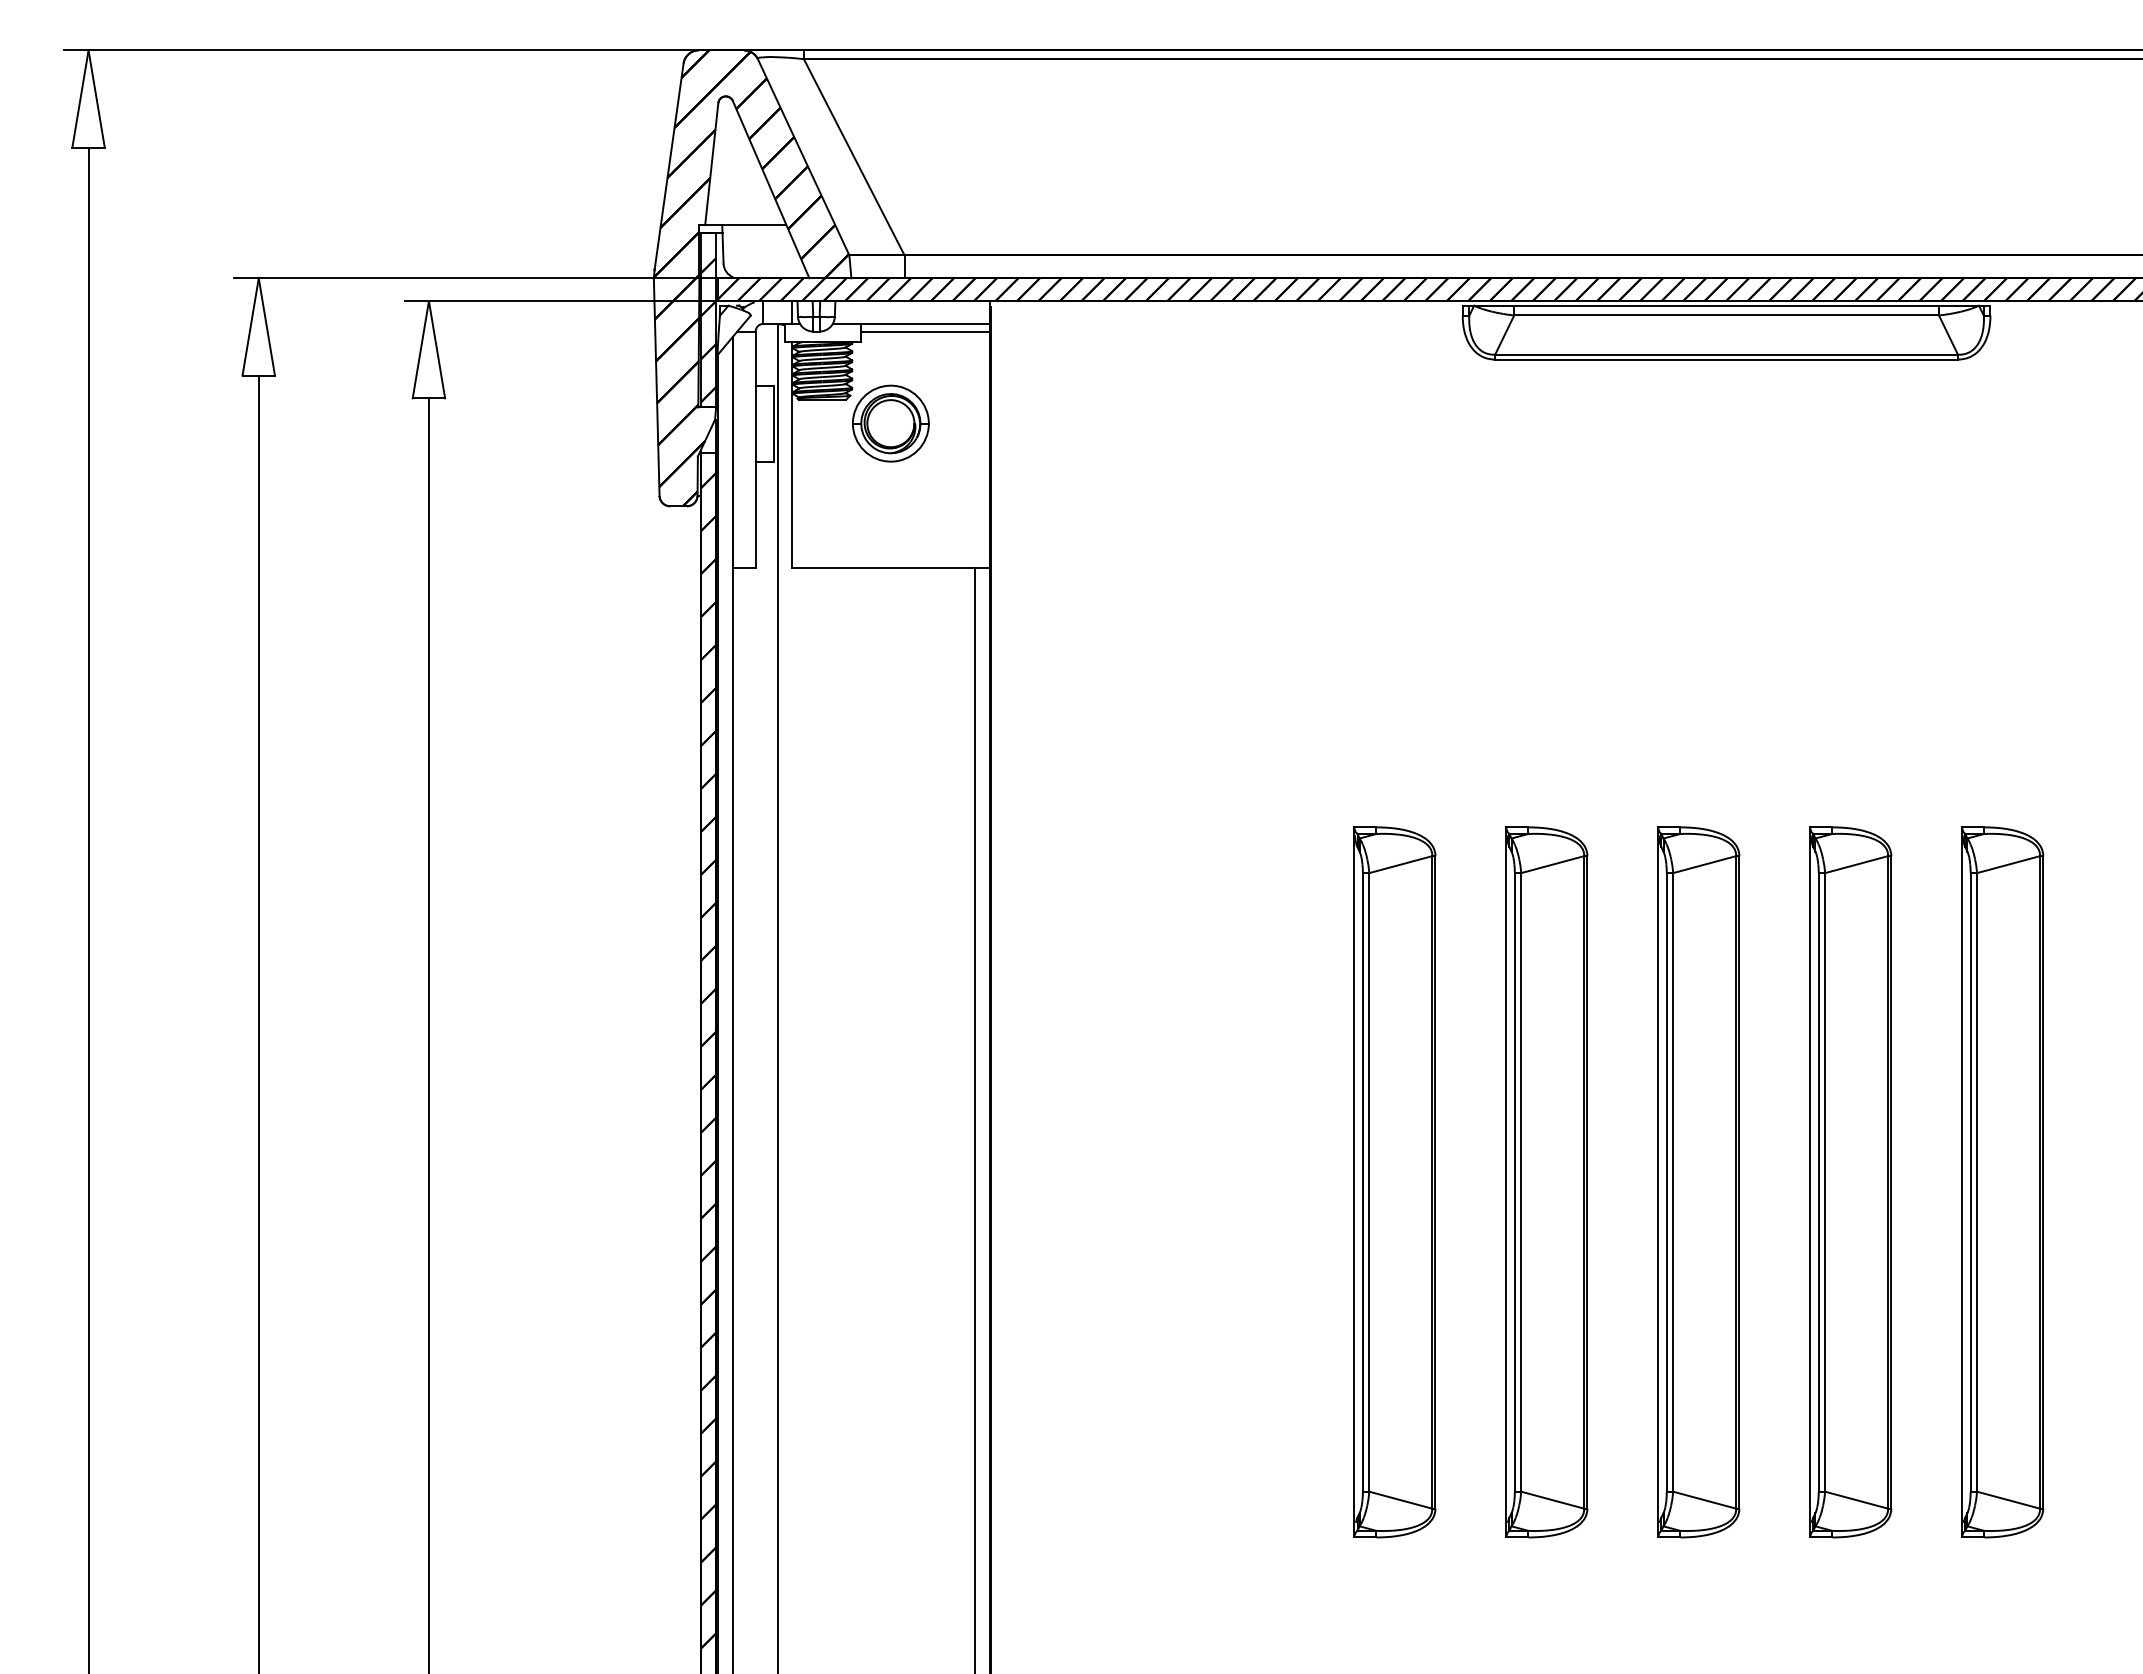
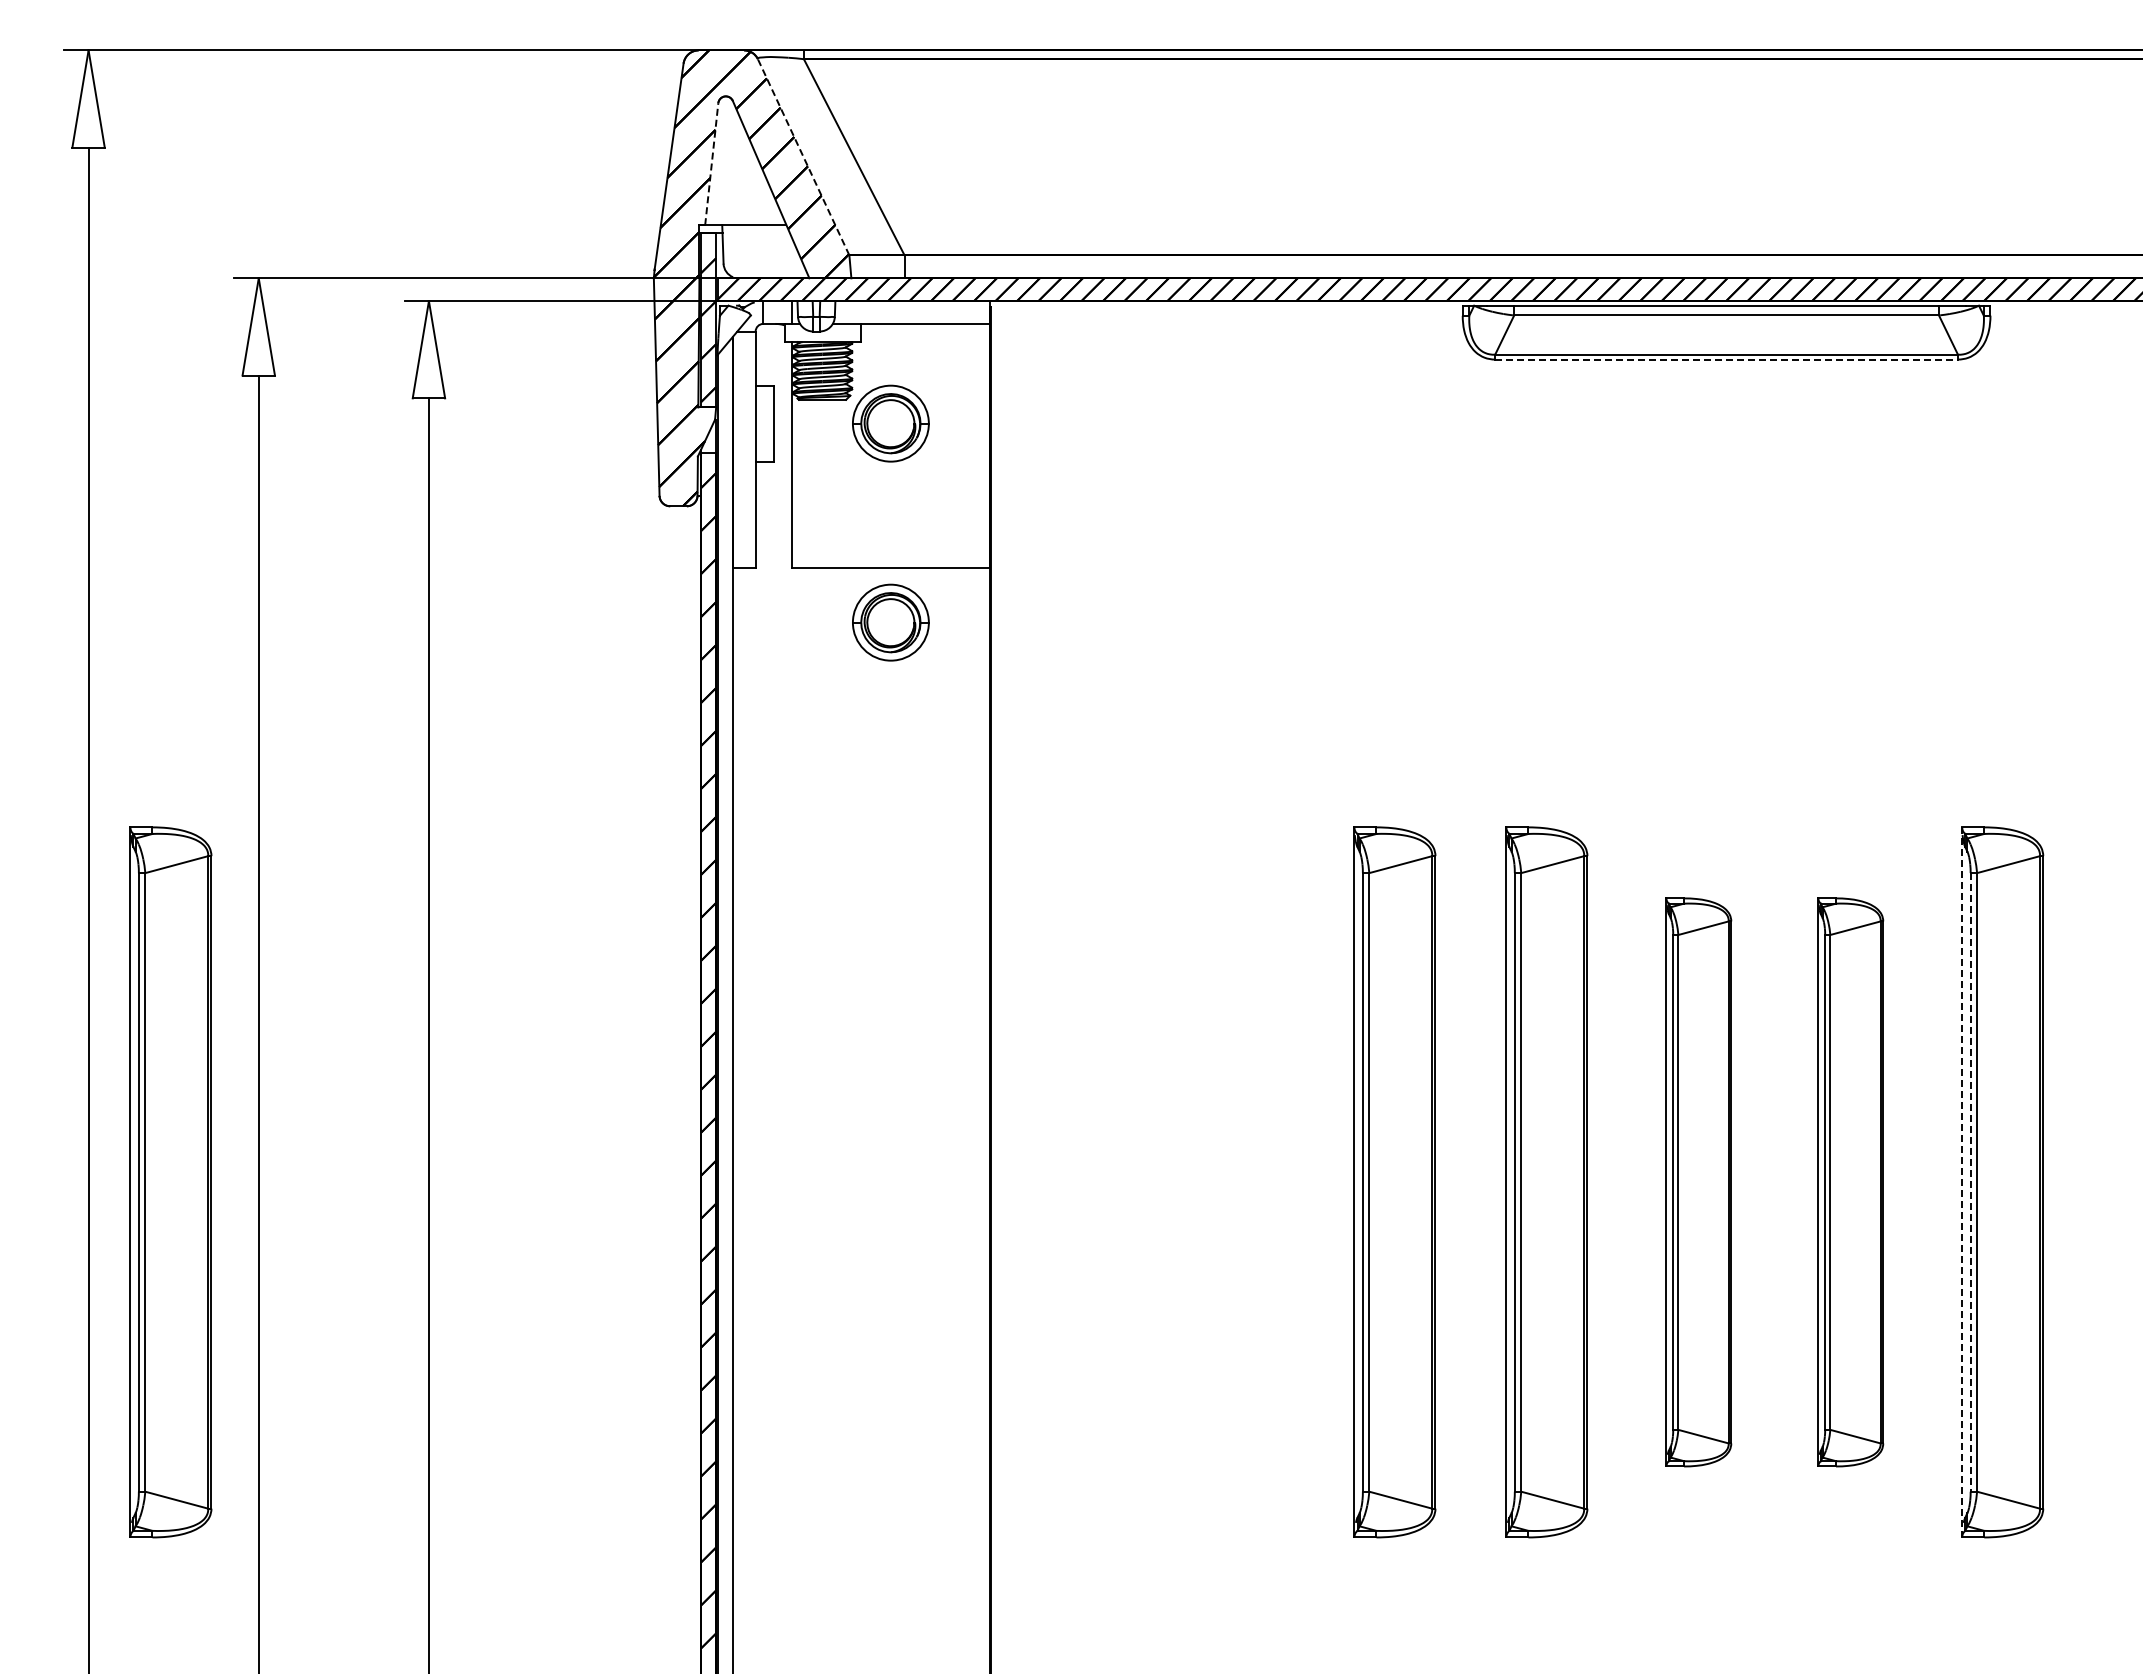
line at (803, 156): solid -> dashed
line at (711, 163): solid -> dashed
line at (924, 331): present -> none
line at (1727, 359): solid -> dashed
part at (890, 622): none -> present
line at (778, 996): present -> none
line at (974, 1119): present -> none
part at (170, 1182): none -> present
part at (1698, 1182) size: 84x713 px -> 68x571 px
part at (1850, 1182) size: 84x713 px -> 68x571 px
line at (1962, 1182): solid -> dashed
line at (1970, 1182): solid -> dashed
